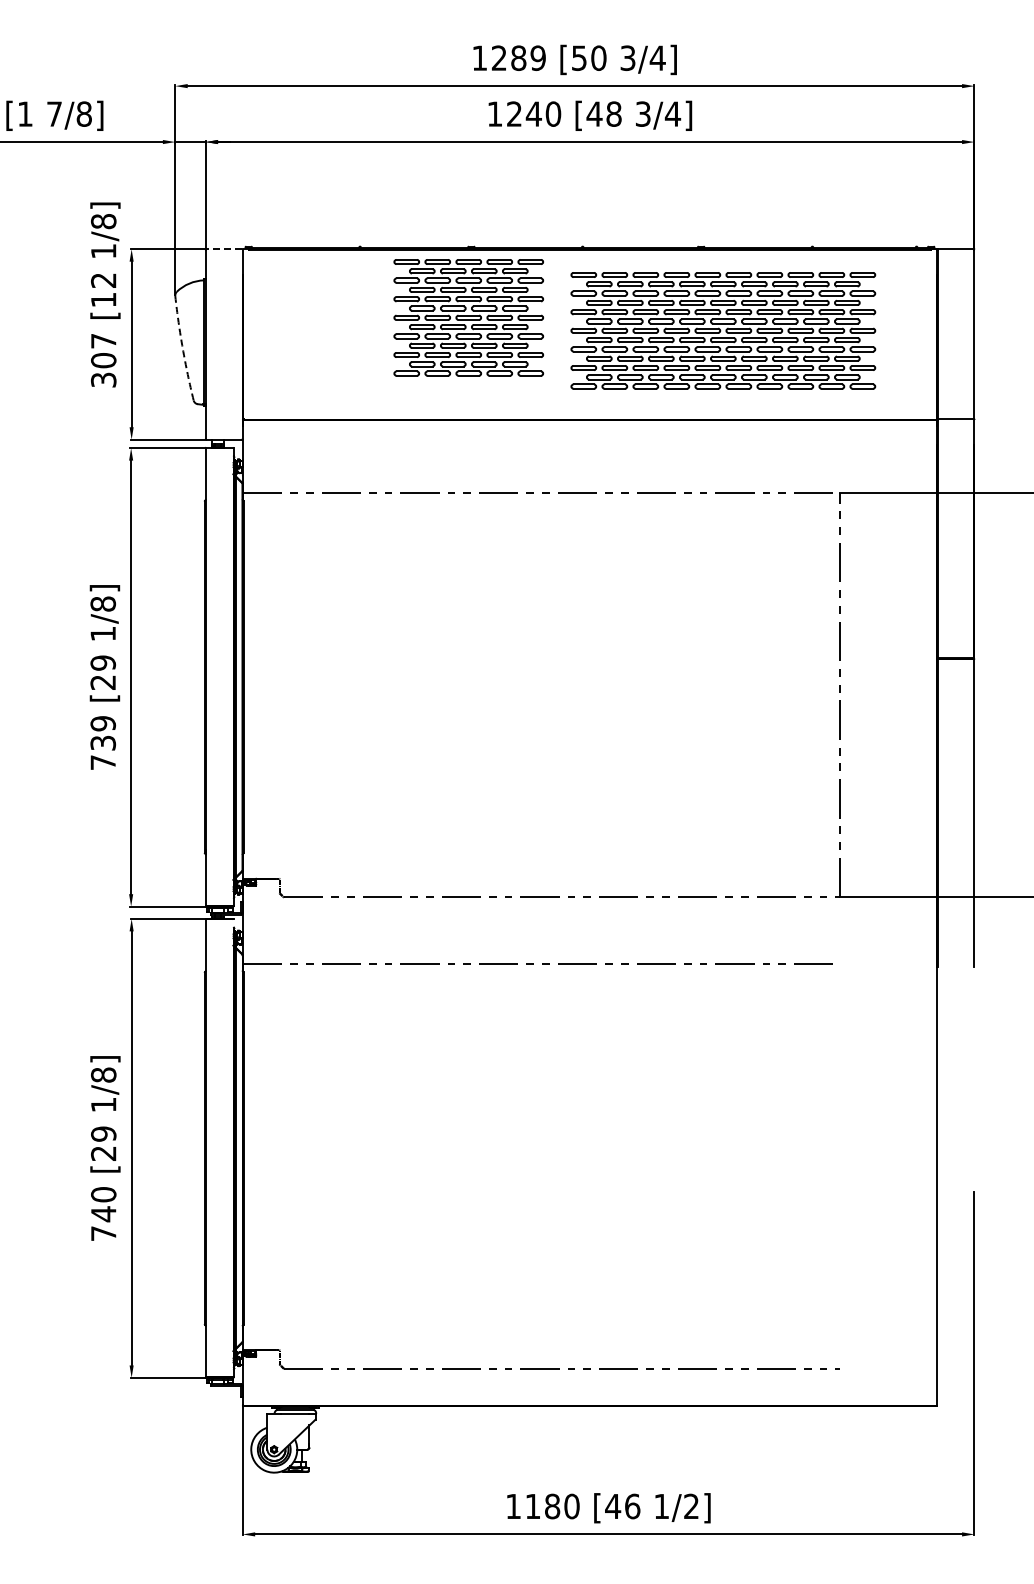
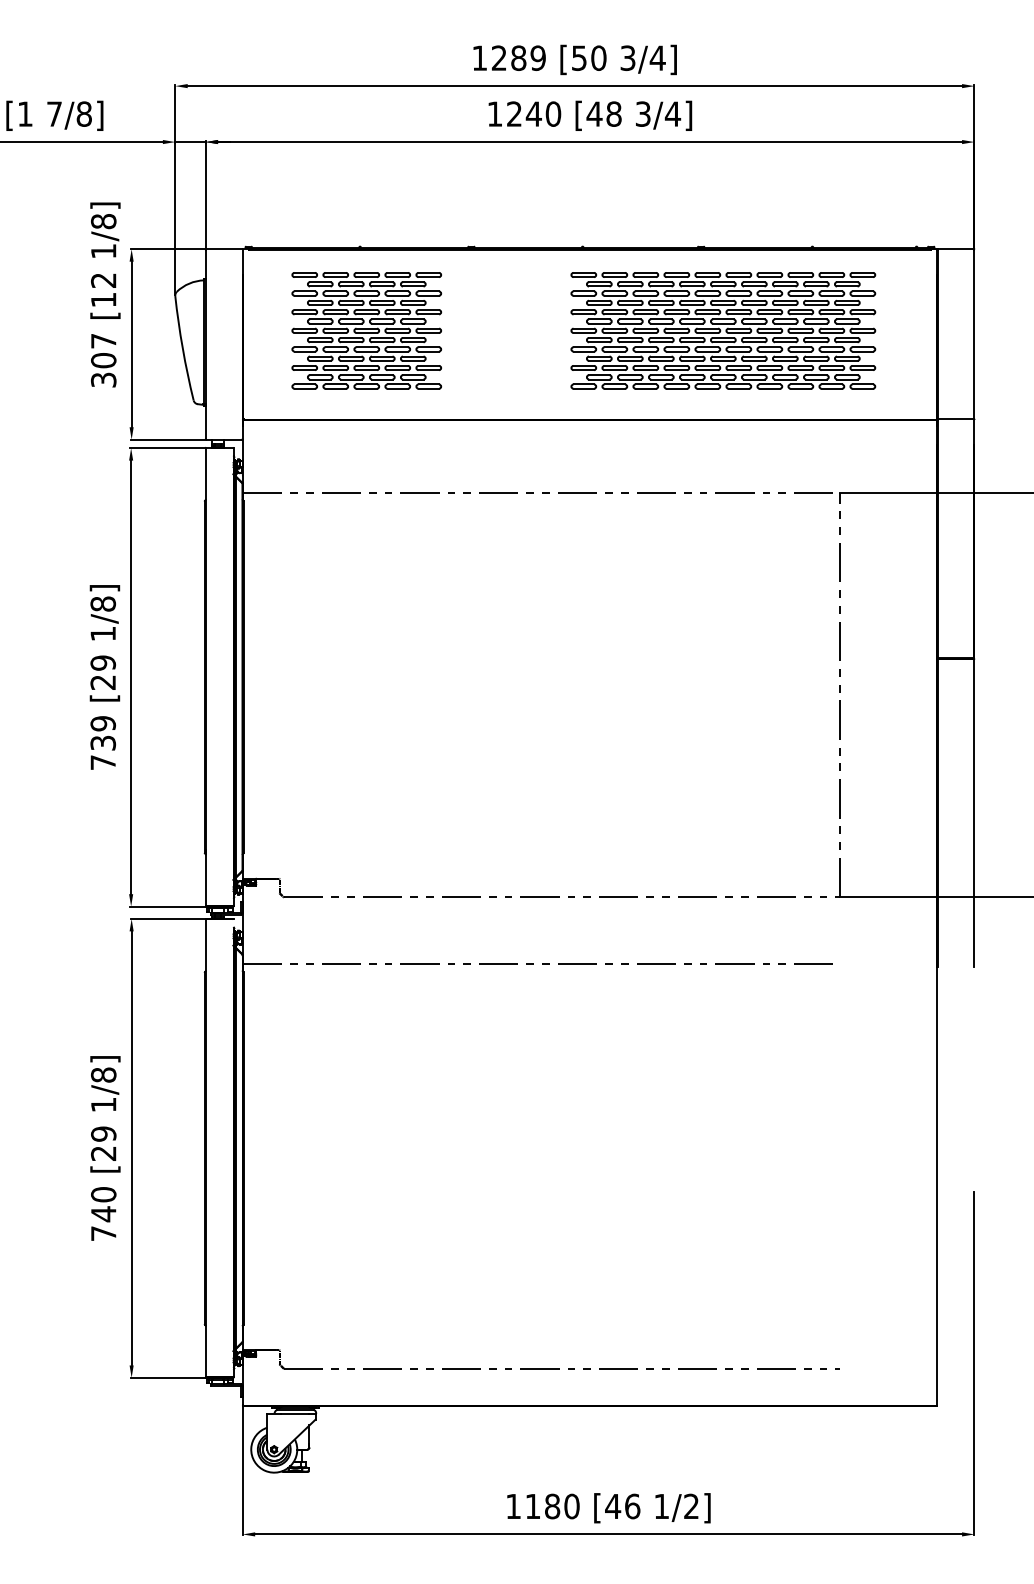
line at (224, 249): dashed -> solid
part at (468, 317) position: (468, 317) -> (366, 330)
arc at (182, 348): dashed -> solid
